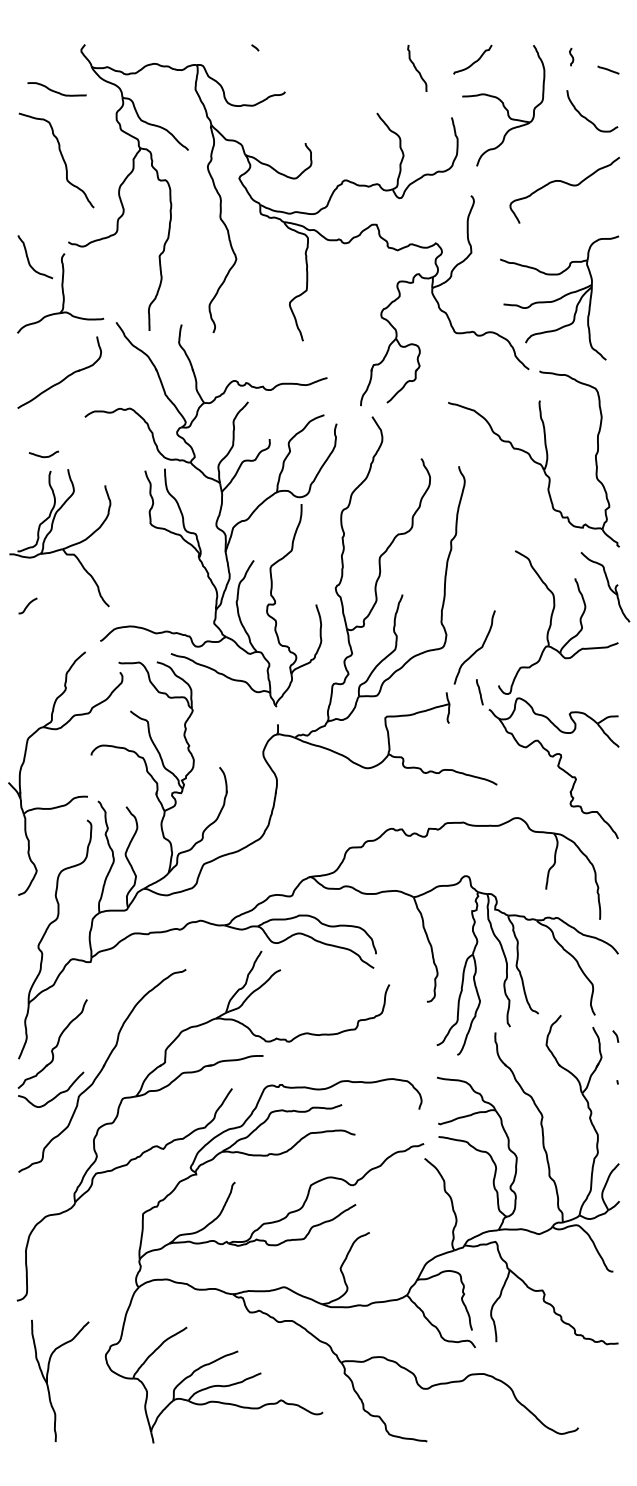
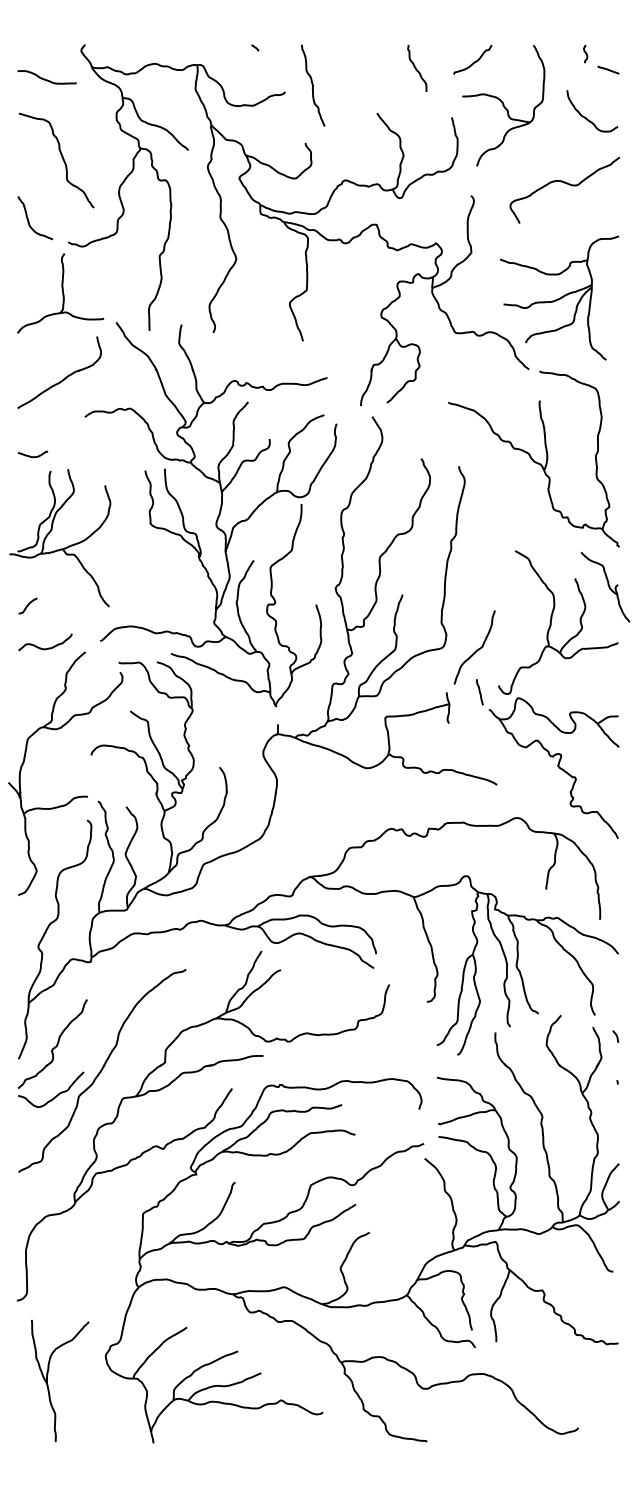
curve at (571, 56) position: (571, 56) -> (585, 53)
curve at (313, 85): none -> present
curve at (56, 91) position: (56, 91) -> (46, 79)
curve at (29, 260) position: (29, 260) -> (29, 221)
curve at (43, 456) position: (43, 456) -> (32, 456)
curve at (48, 647): none -> present
